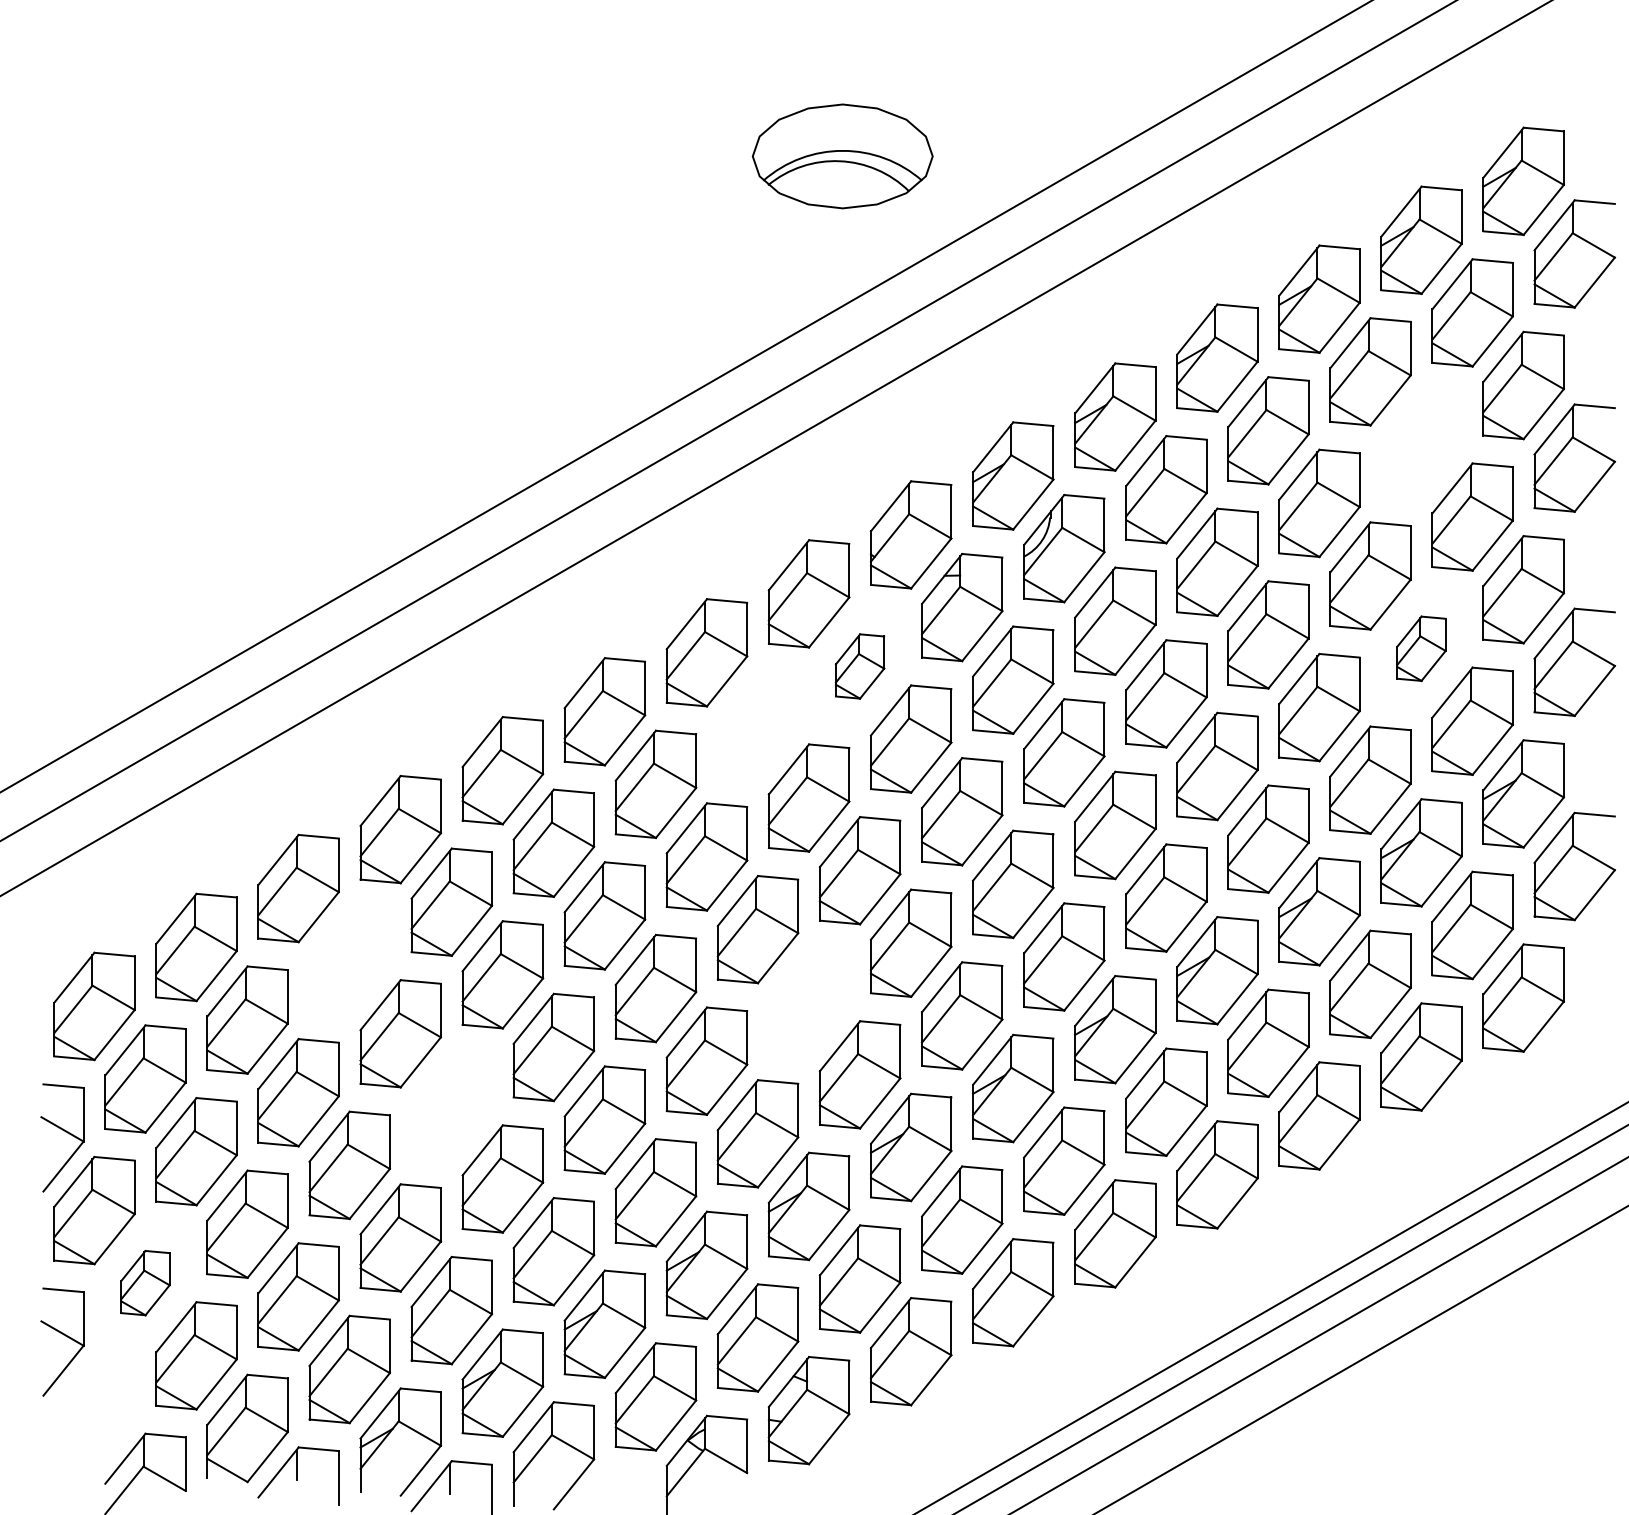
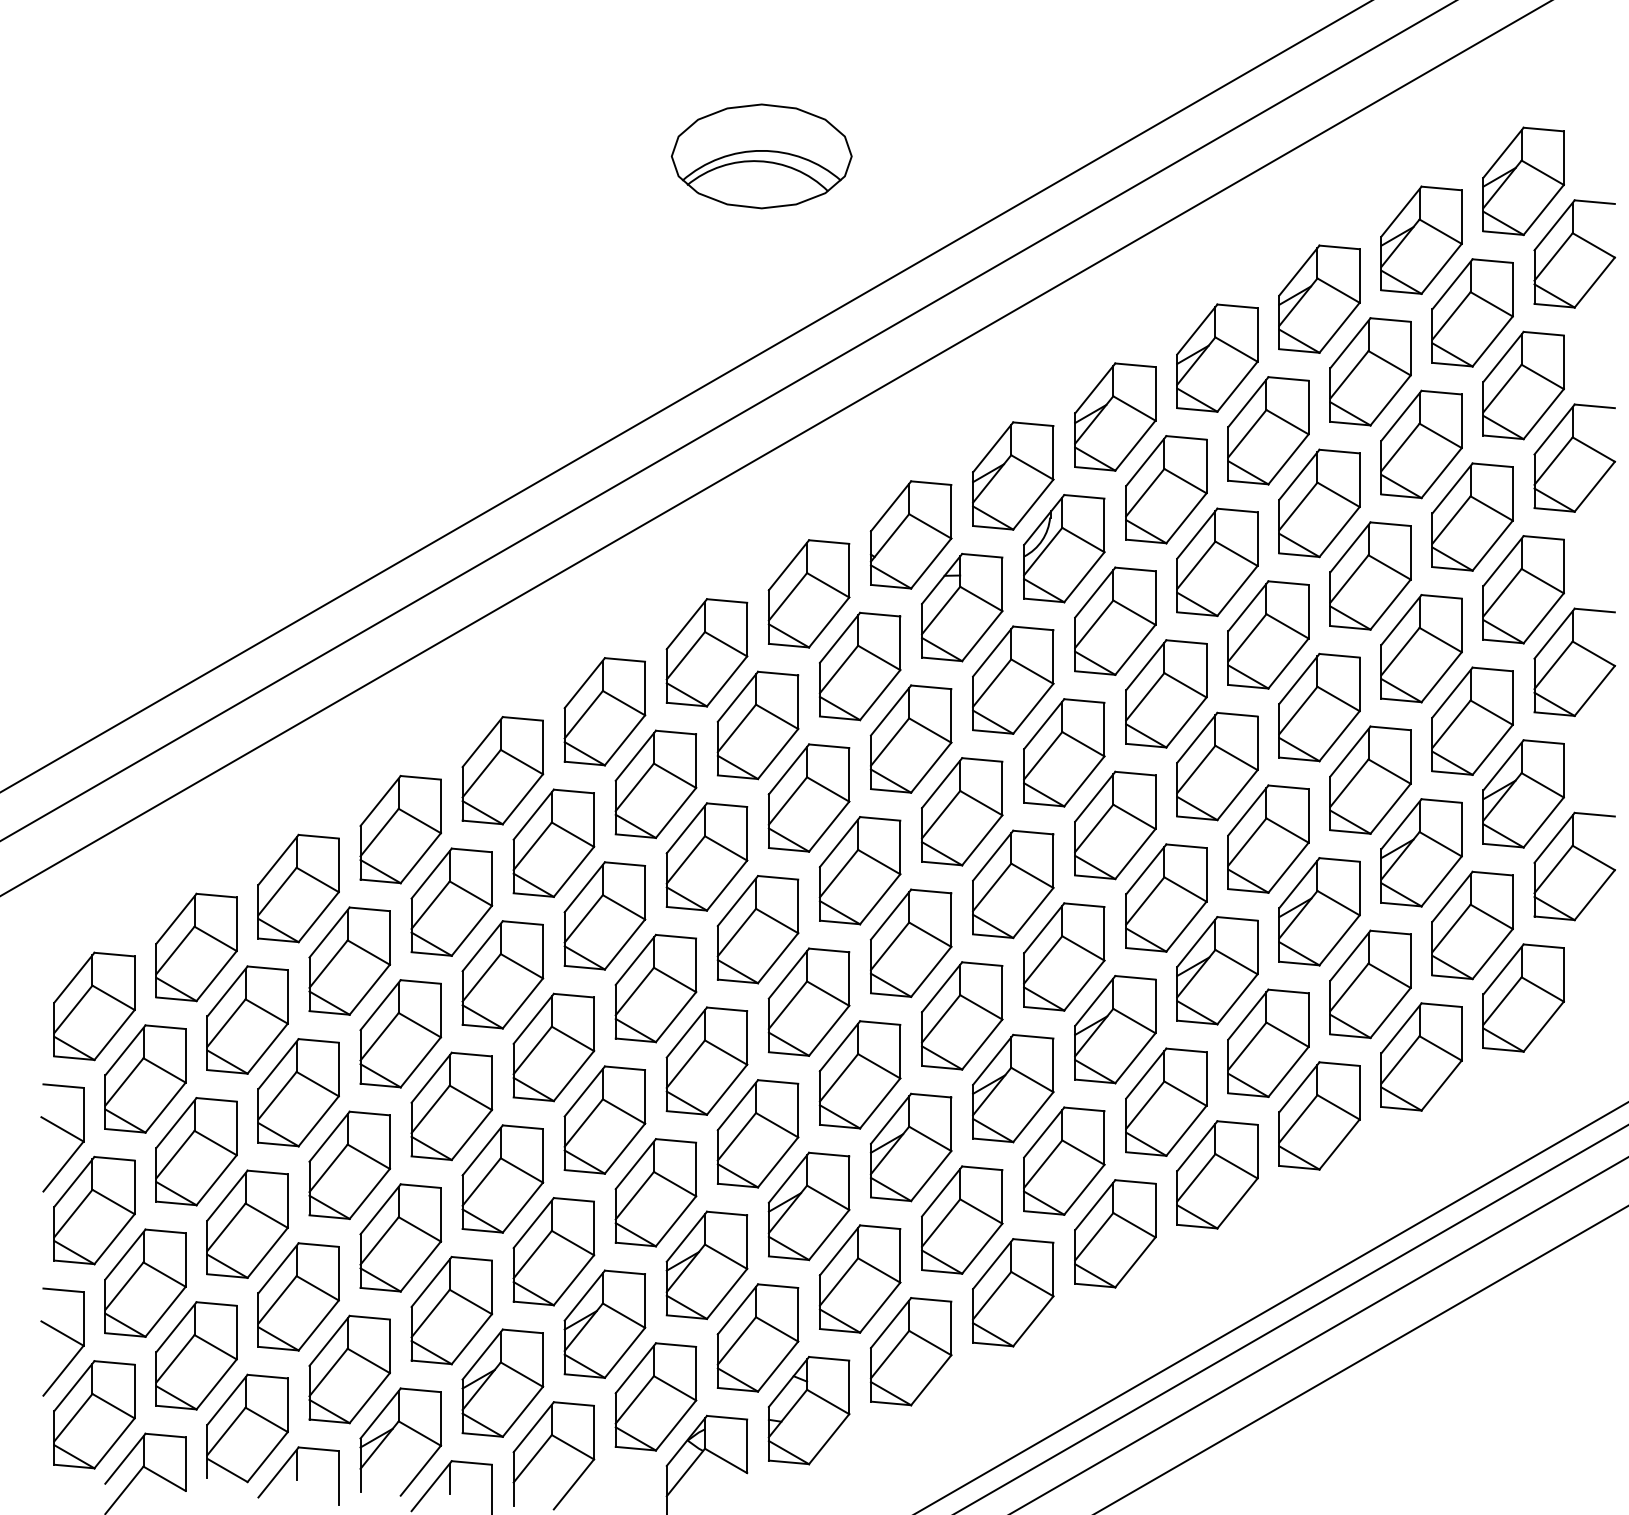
part at (842, 156) position: (842, 156) -> (761, 156)
part at (1421, 444): none -> present
part at (1421, 648) size: 51x68 px -> 83x110 px
part at (859, 666) size: 52x67 px -> 84x111 px
part at (757, 725): none -> present
part at (349, 960): none -> present
part at (808, 1001): none -> present
part at (451, 1106): none -> present
part at (145, 1282) size: 51x68 px -> 83x110 px
part at (94, 1414): none -> present
